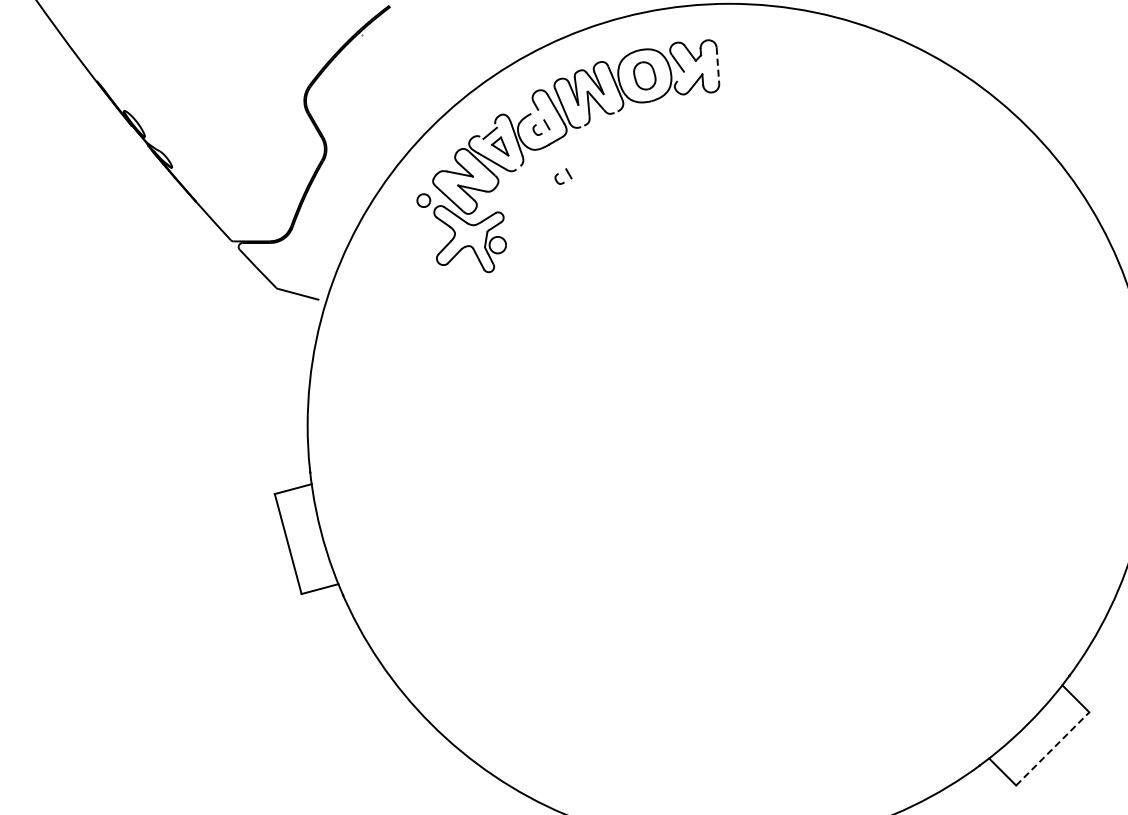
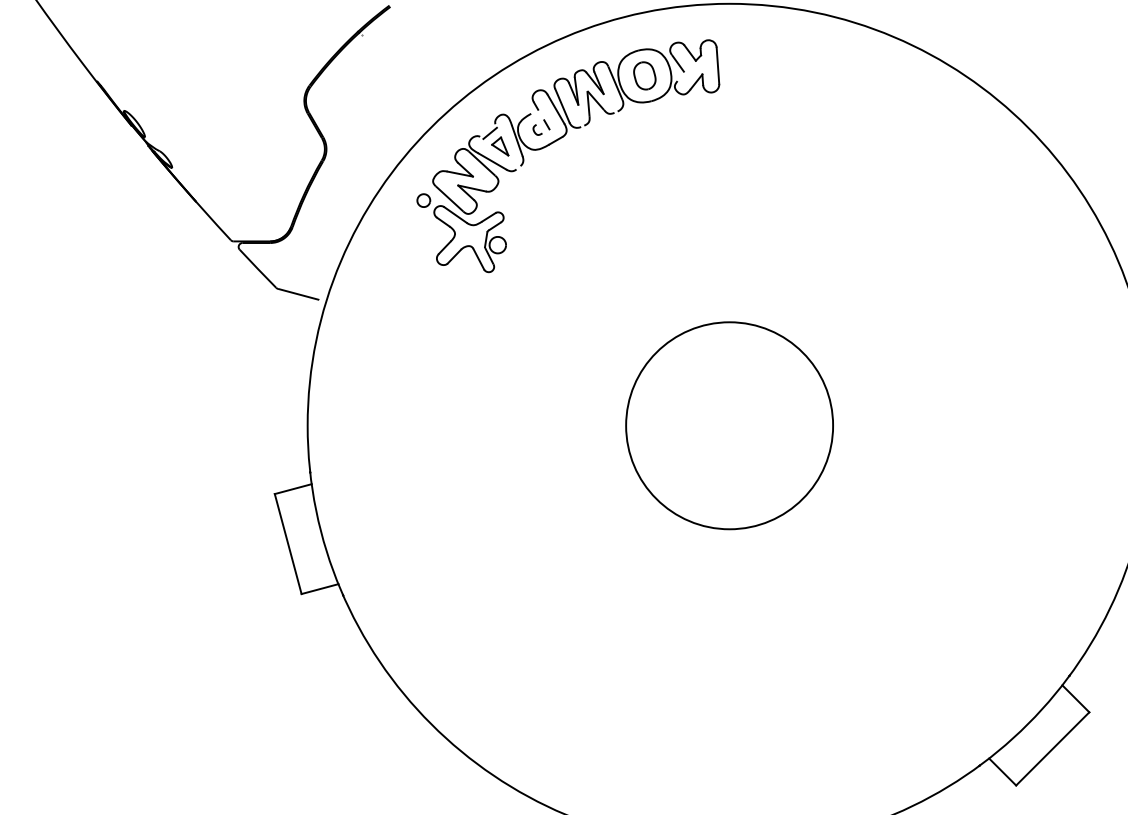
line at (717, 66): dashed -> solid
part at (563, 176): present -> none
circle at (729, 425): none -> present
line at (1052, 748): dashed -> solid
